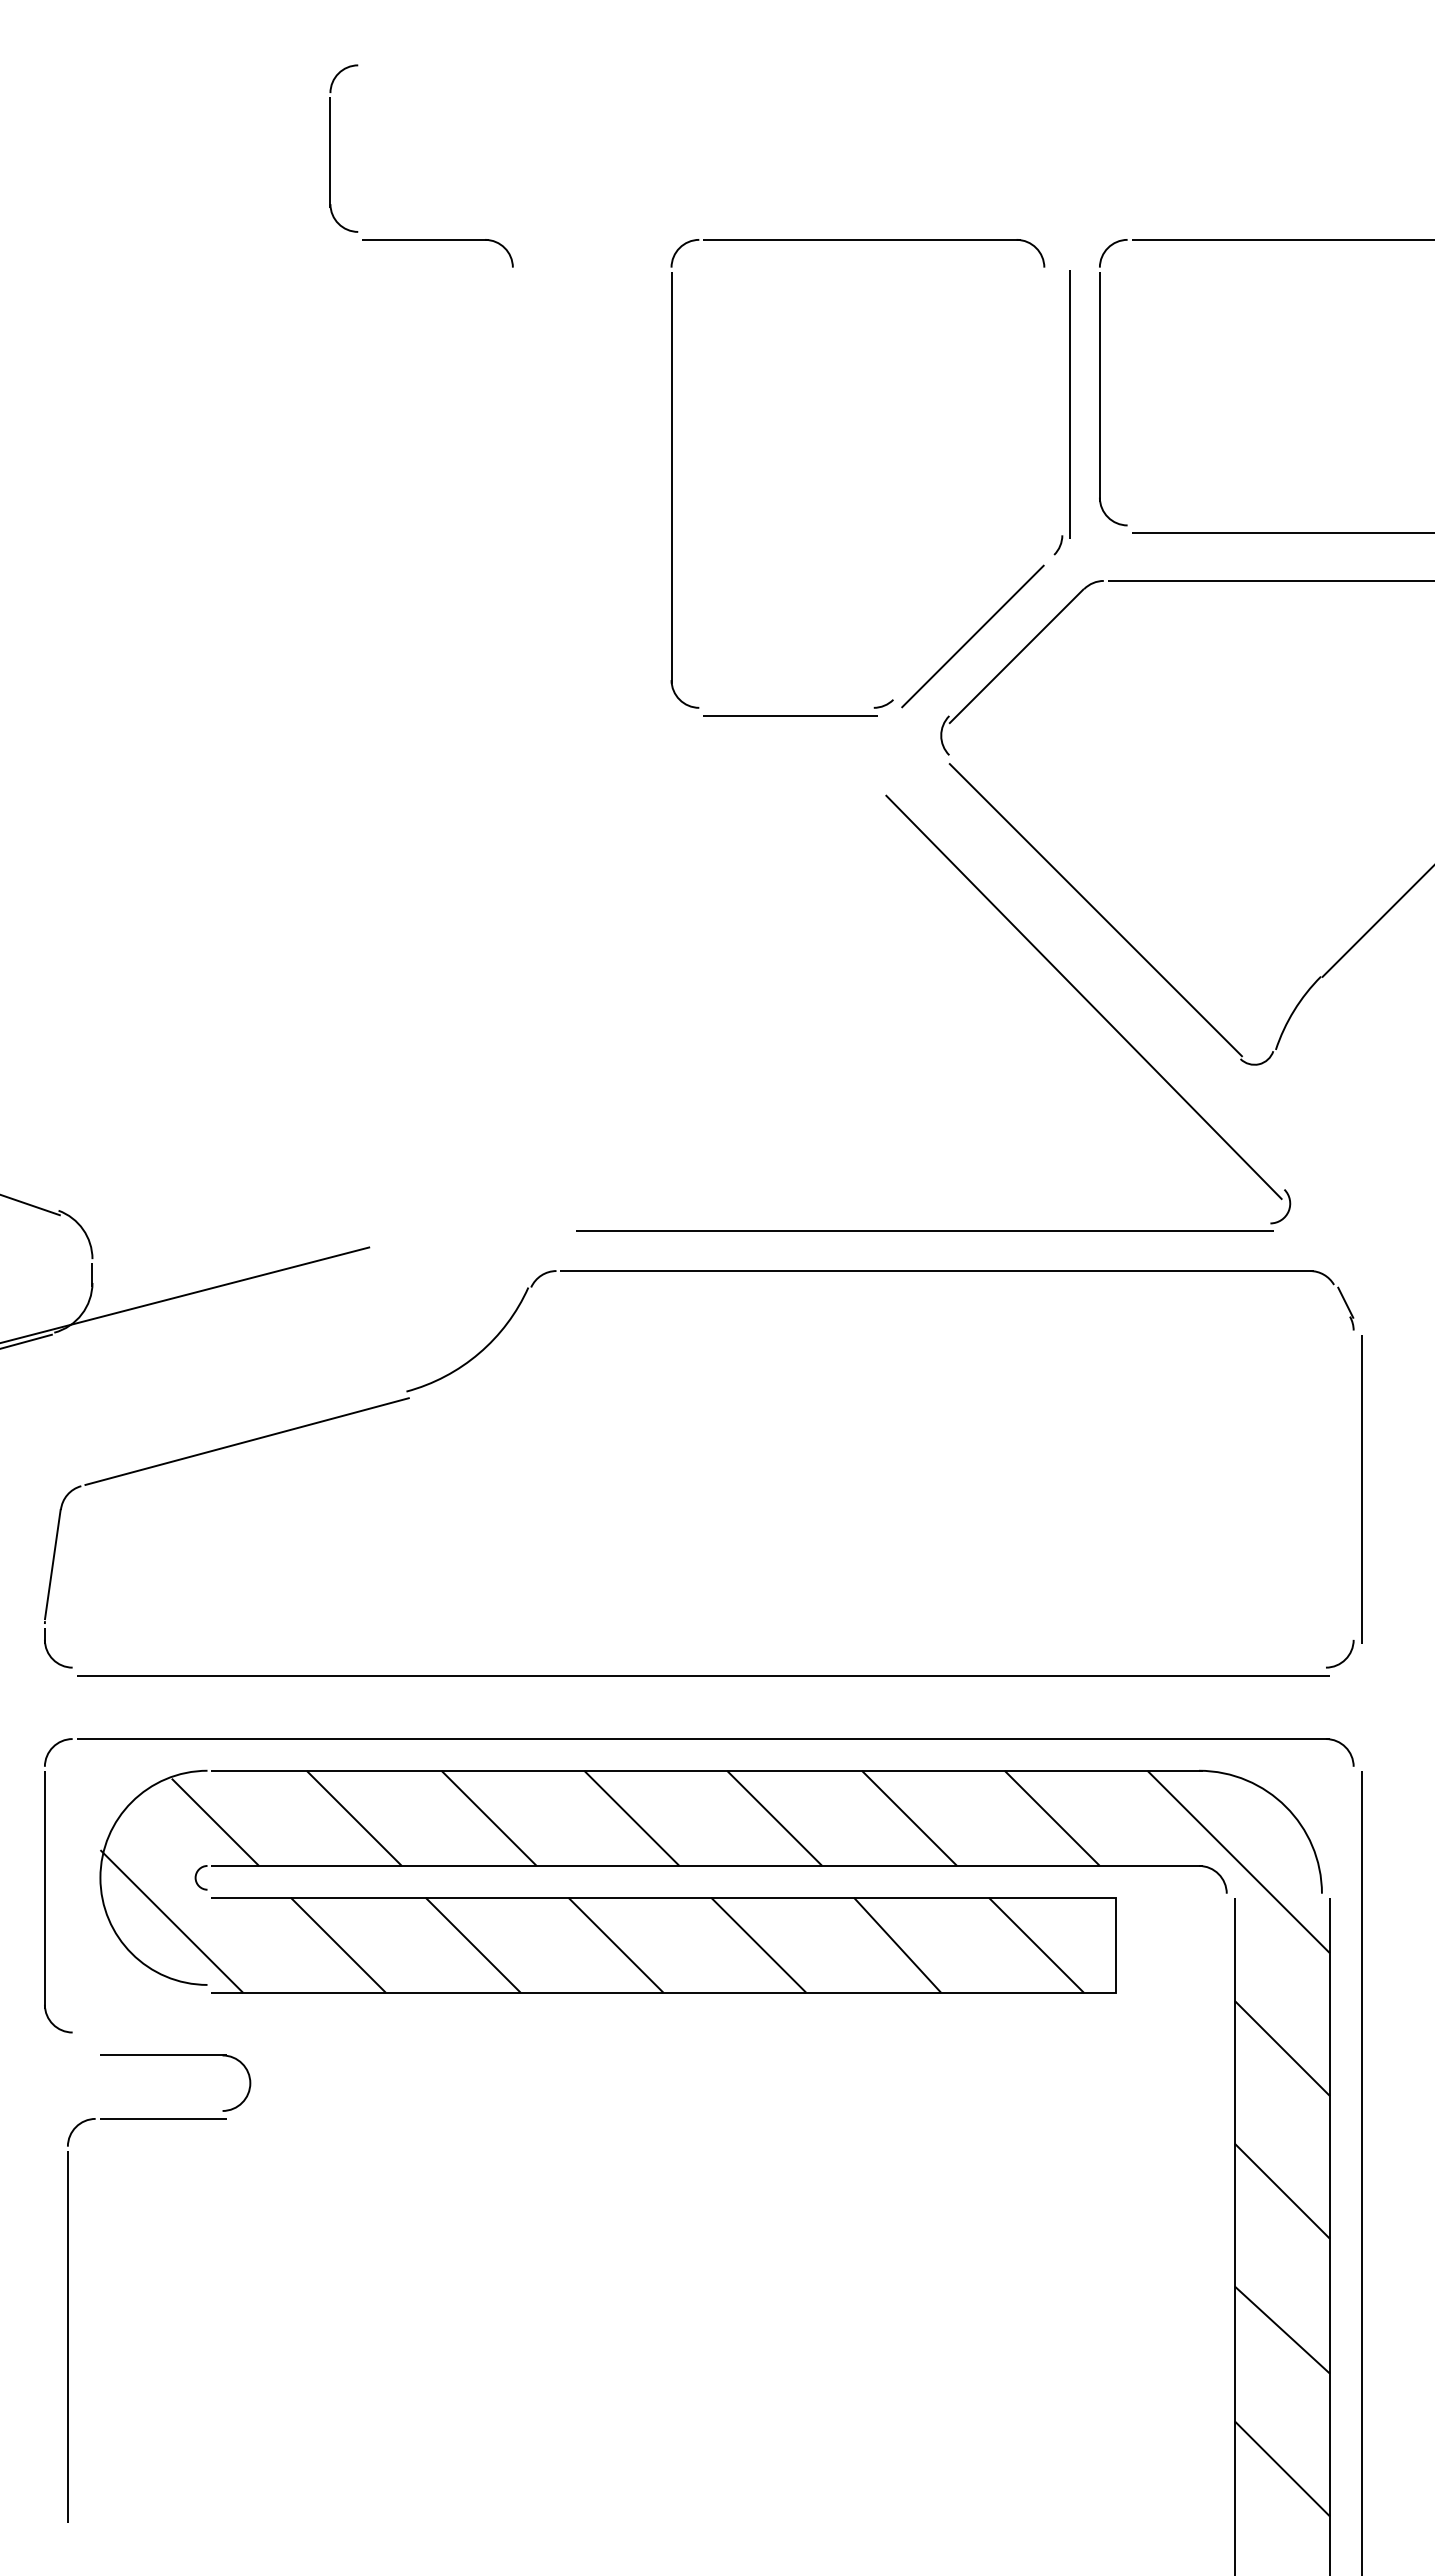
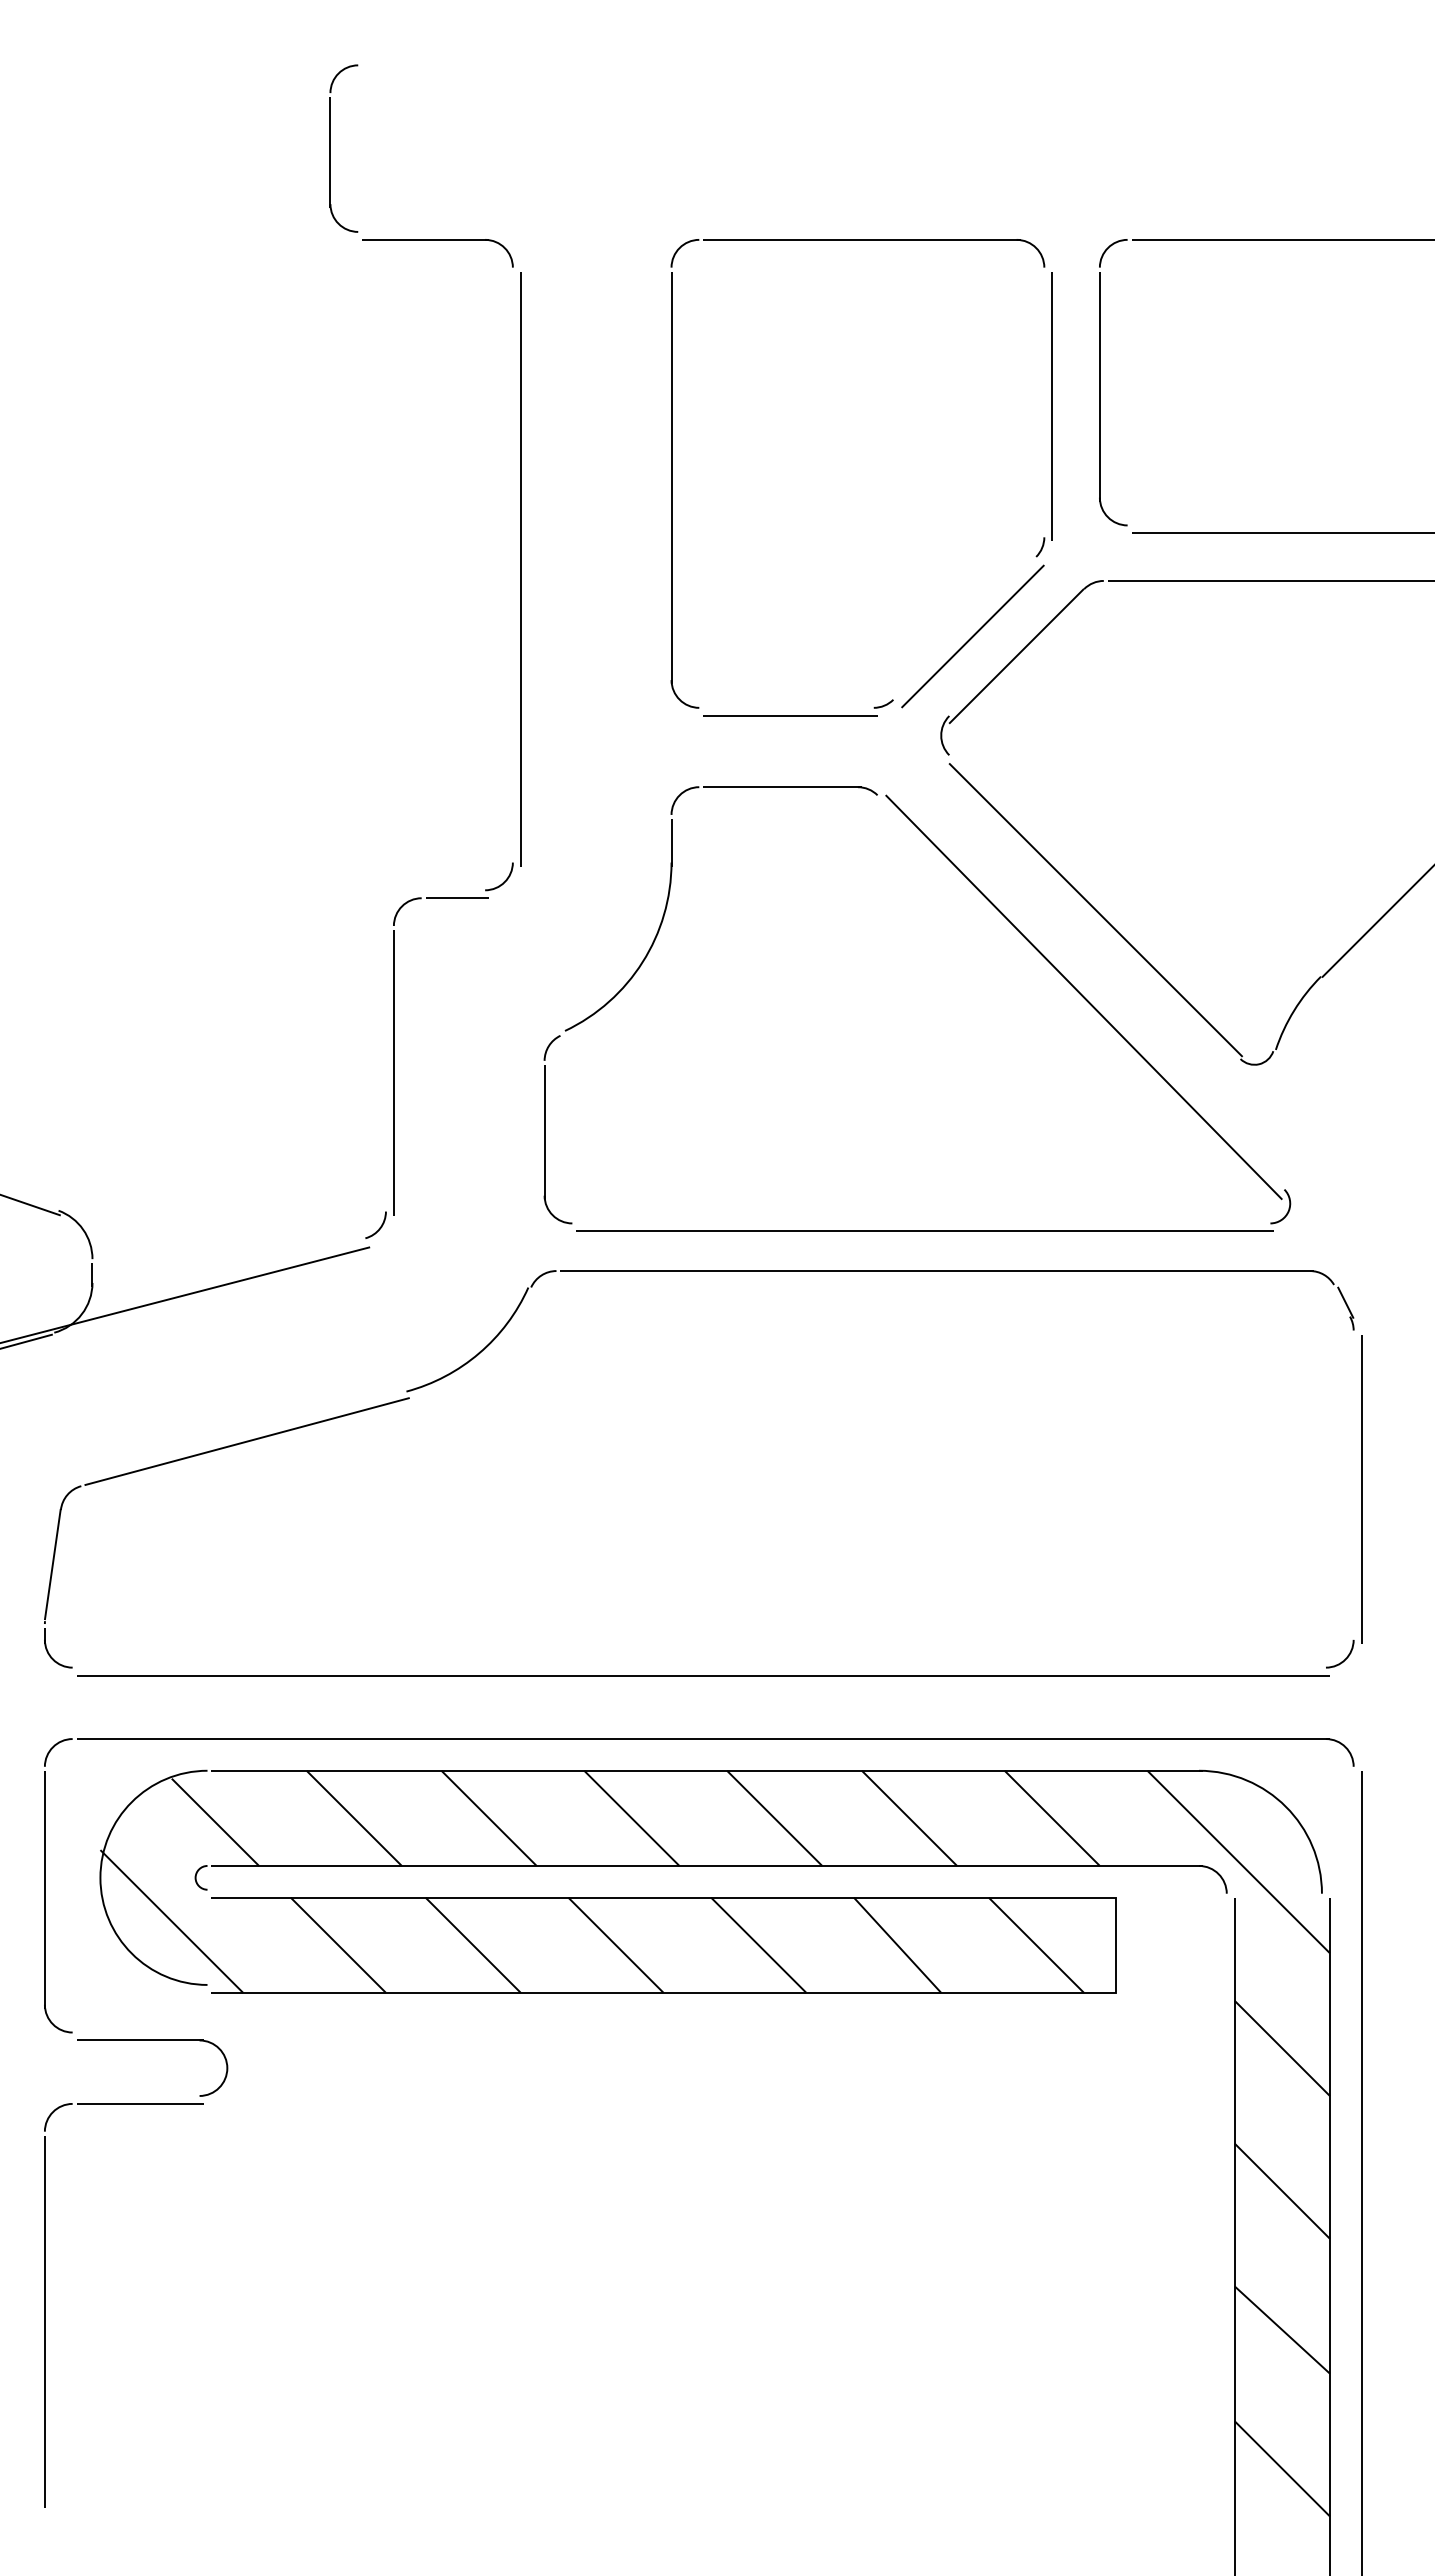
part at (1069, 412) position: (1069, 412) -> (1051, 414)
part at (520, 755): none -> present
part at (644, 961): none -> present
part at (68, 2288) position: (68, 2288) -> (45, 2273)
